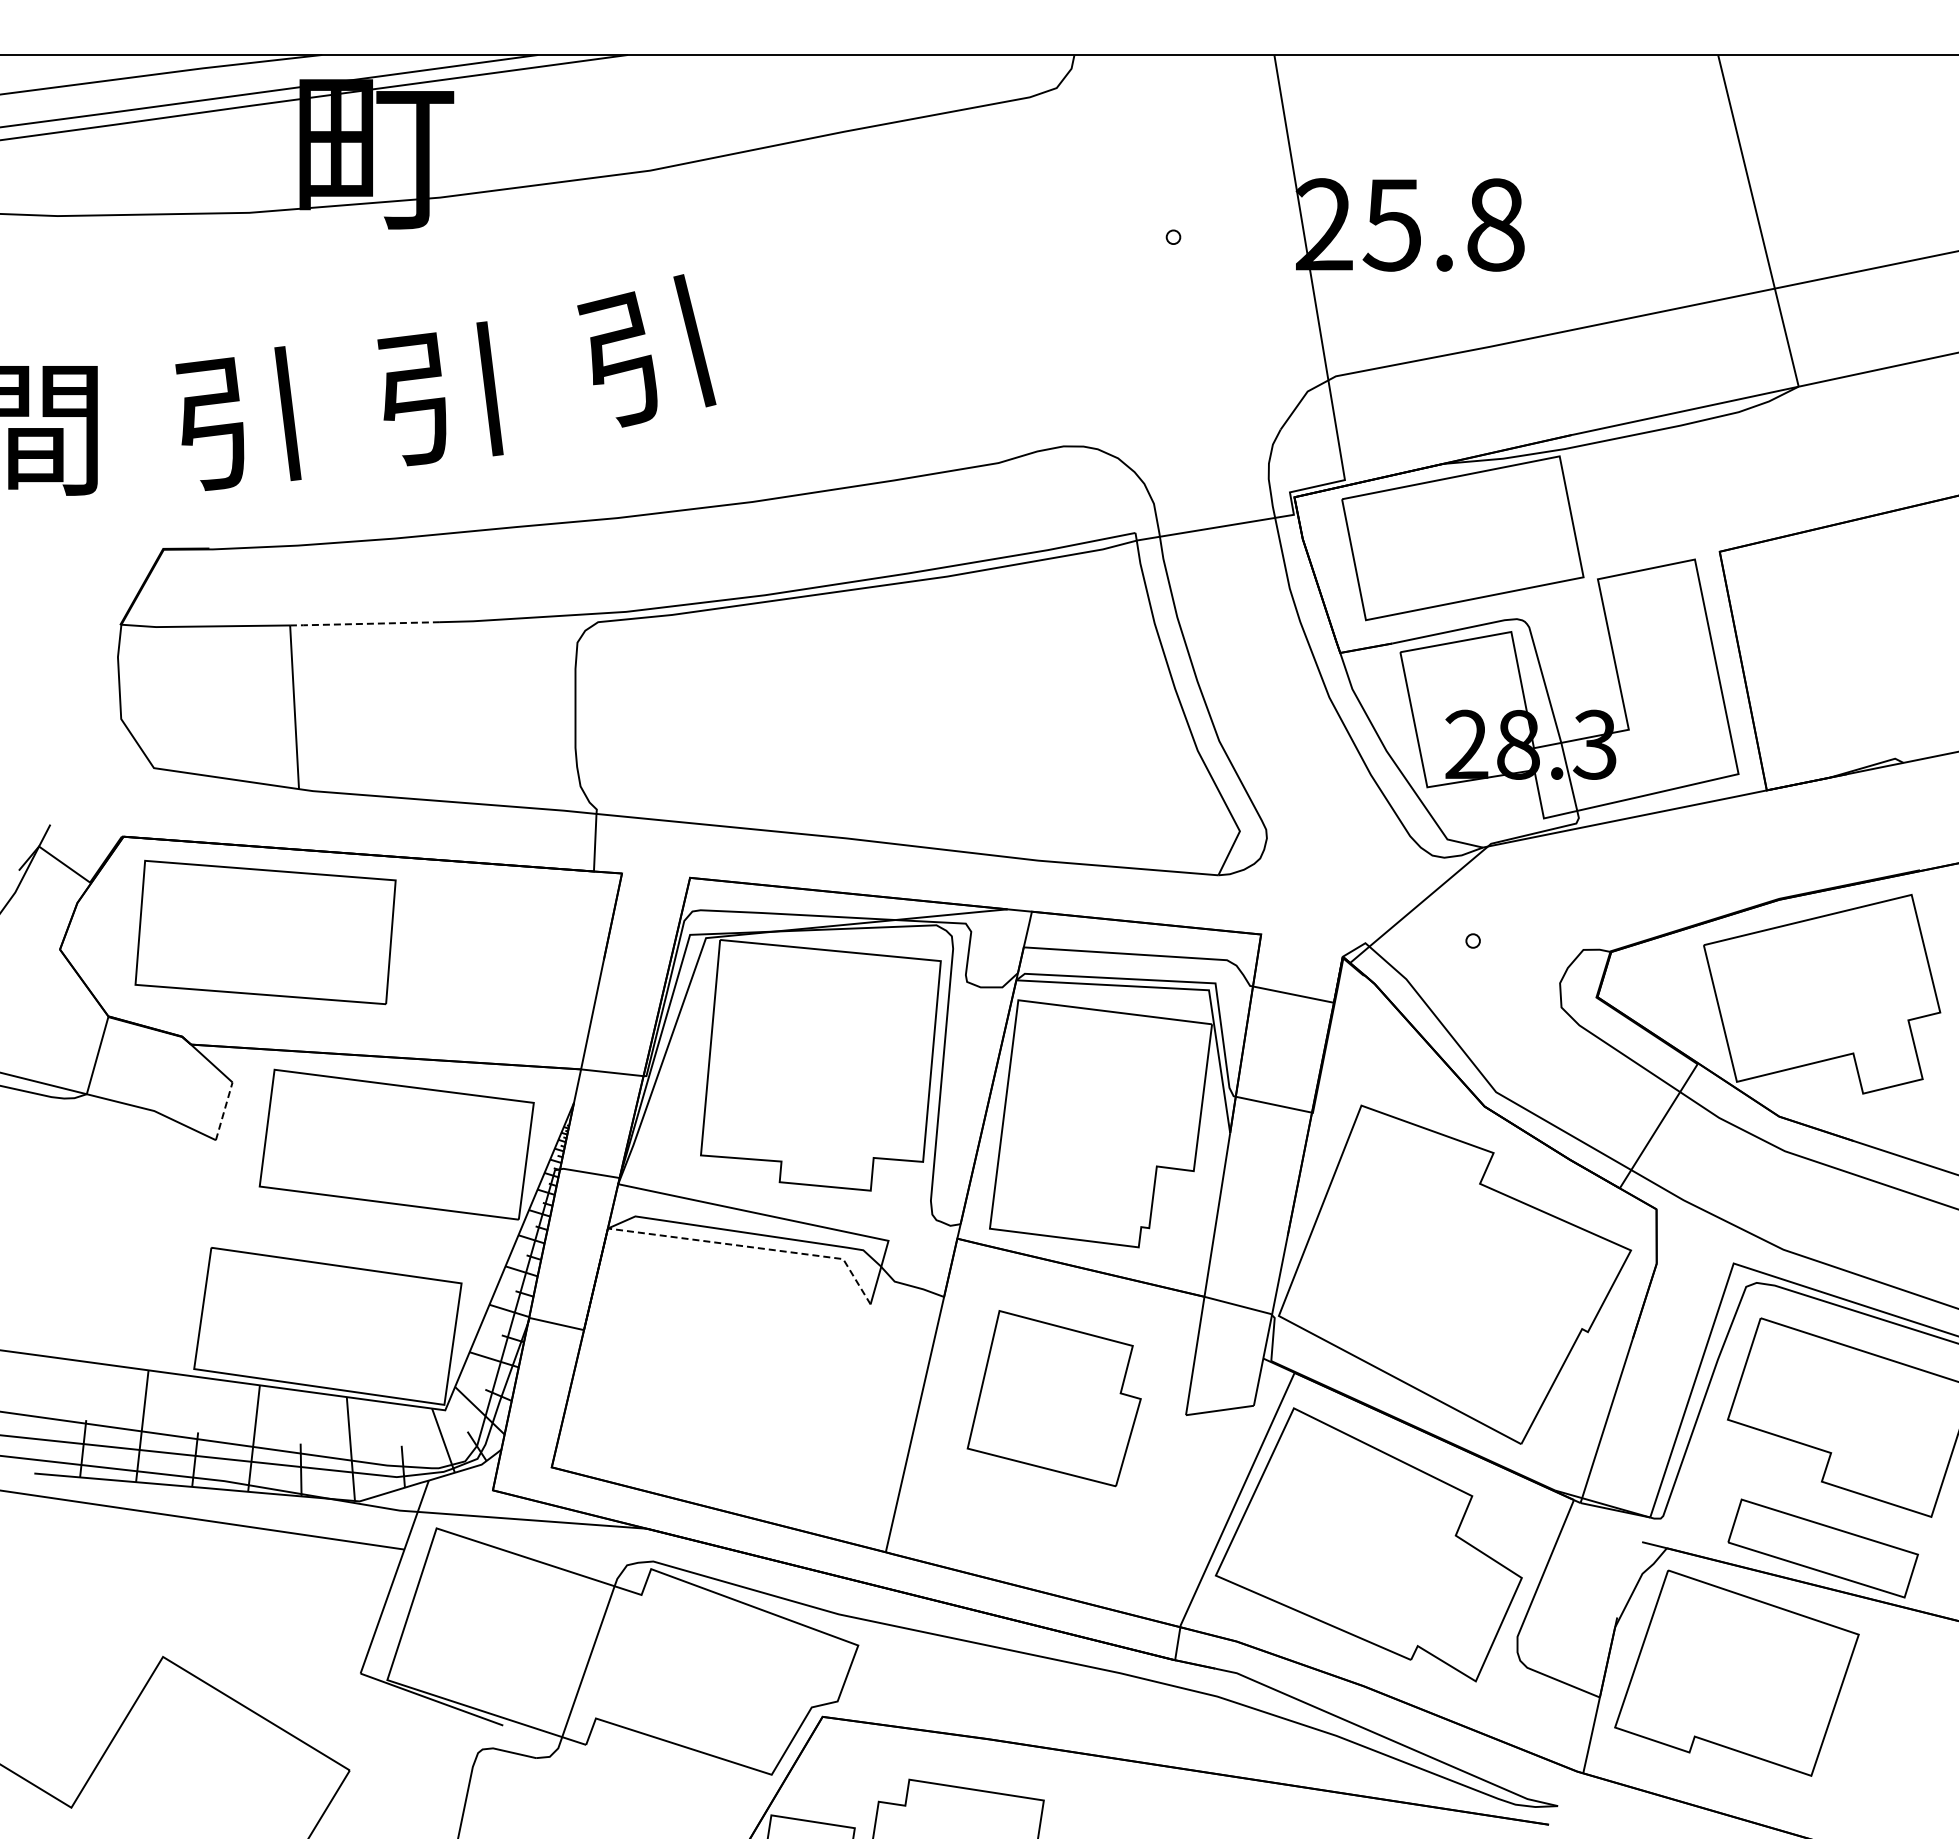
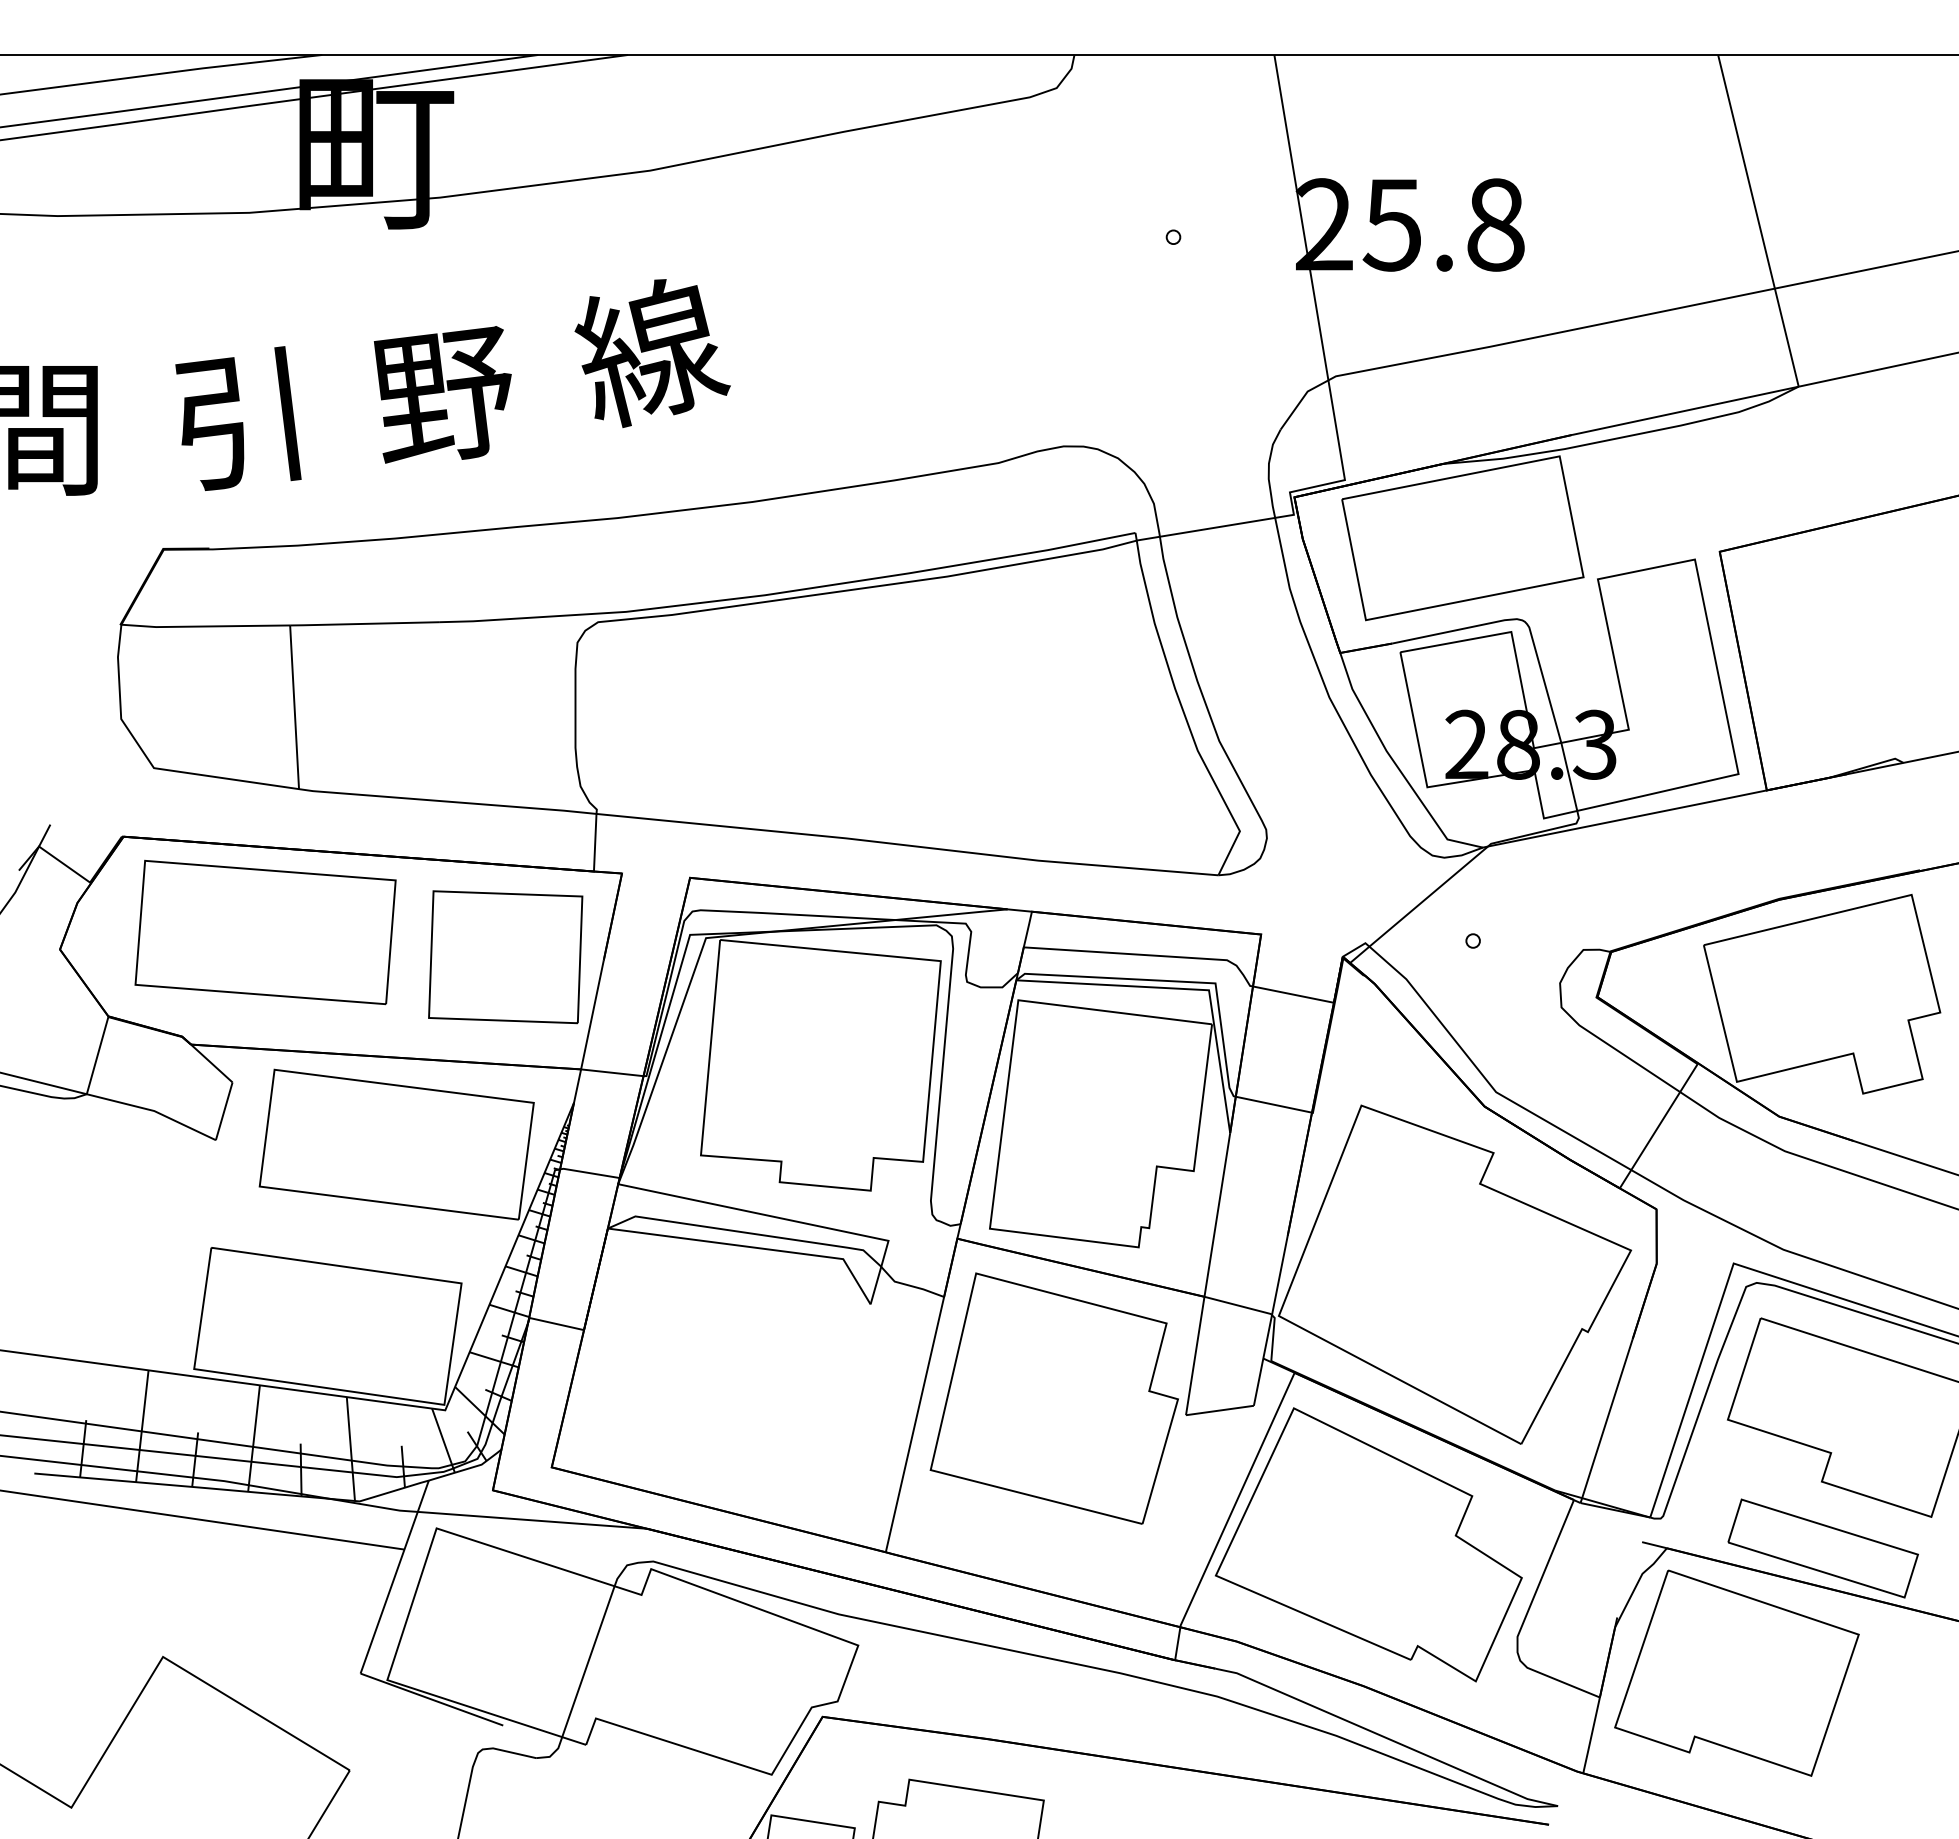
text at (652, 351): 引 -> 線
text at (442, 393): 引 -> 野
line at (364, 623): dashed -> solid
part at (505, 957): none -> present
line at (224, 1110): dashed -> solid
line at (752, 1247): dashed -> solid
part at (1053, 1398) size: 176x178 px -> 250x253 px
